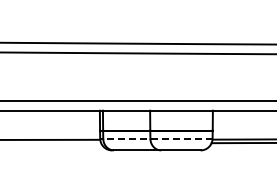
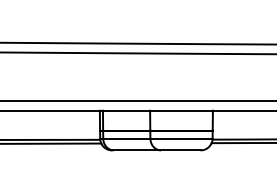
line at (155, 138): dashed -> solid
line at (51, 143): none -> present
